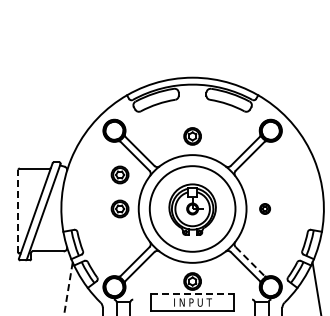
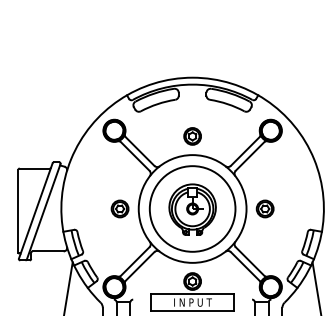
part at (119, 174): present -> none
part at (264, 208) size: 12x12 px -> 20x20 px
line at (18, 210): dashed -> solid
line at (250, 261): dashed -> solid
line at (68, 289): dashed -> solid
line at (193, 294): dashed -> solid
